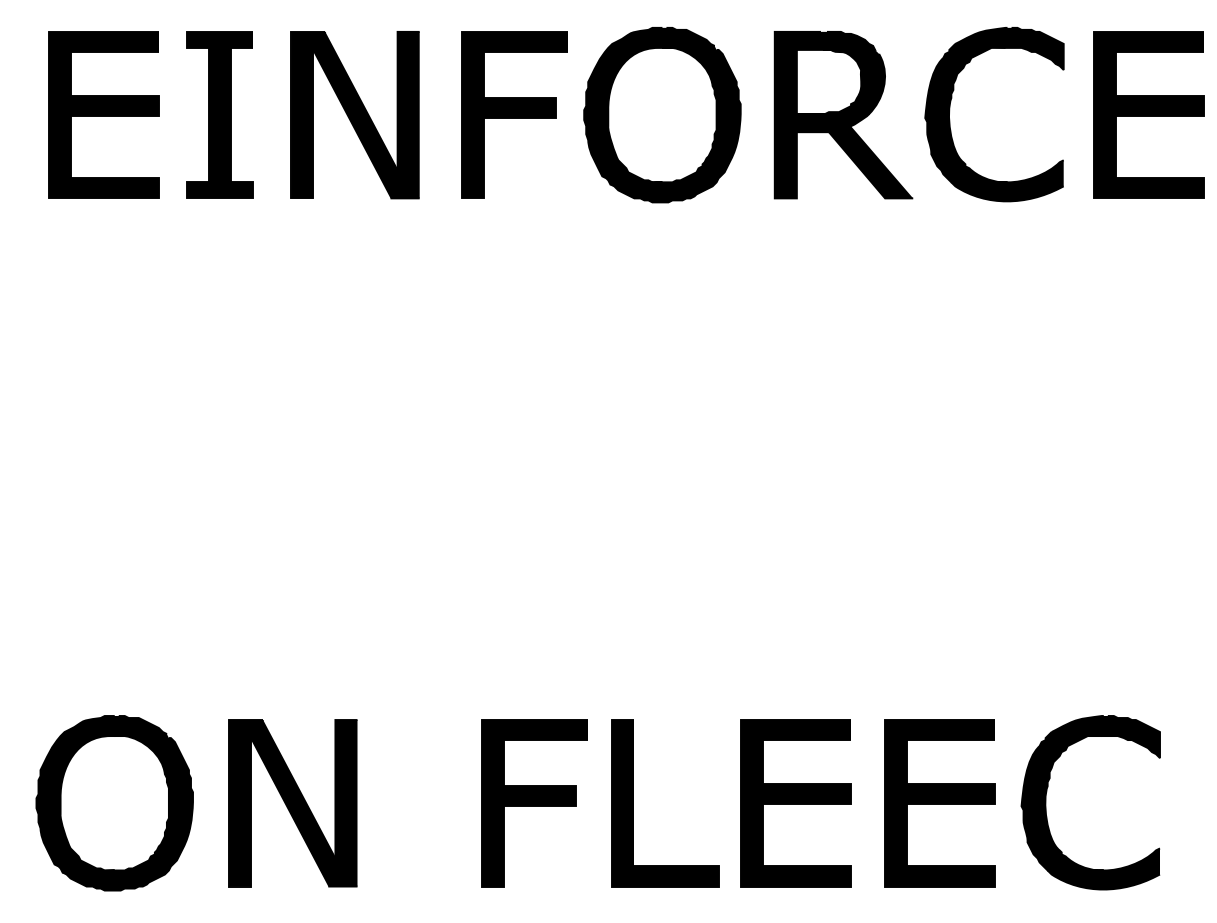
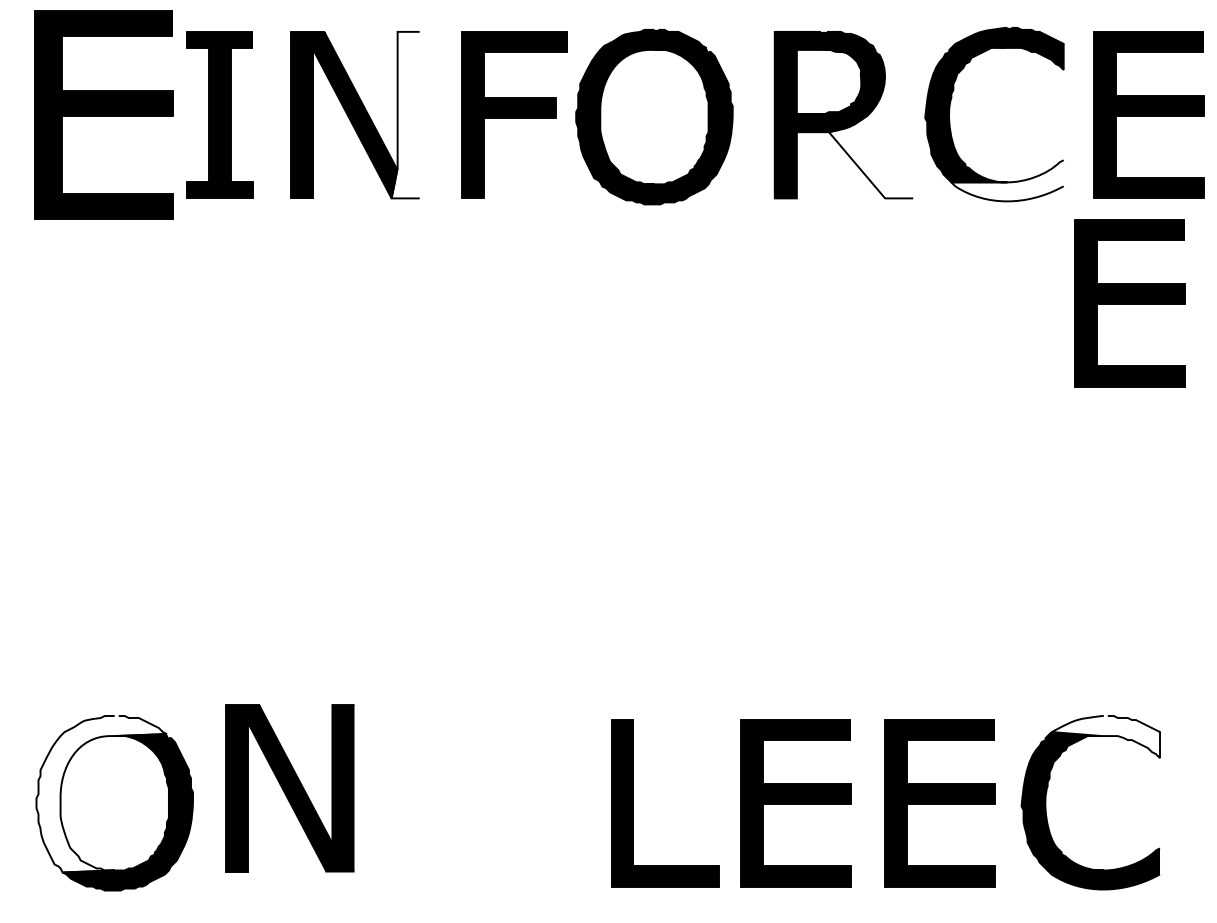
part at (103, 114) size: 112x168 px -> 140x210 px
fill at (405, 114): present -> none
part at (662, 115) position: (662, 115) -> (654, 117)
fill at (870, 162): present -> none
fill at (1007, 180): present -> none
part at (1129, 303): none -> present
fill at (1105, 737): present -> none
fill at (101, 794): present -> none
part at (292, 803) position: (292, 803) -> (289, 788)
part at (534, 803): present -> none
